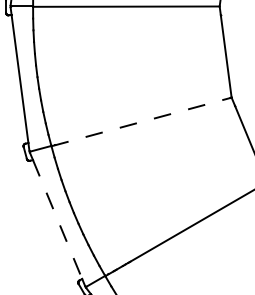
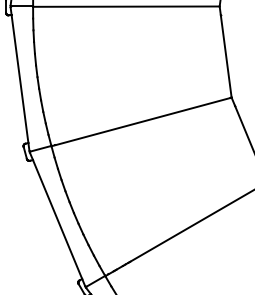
line at (141, 122): dashed -> solid
line at (57, 219): dashed -> solid
